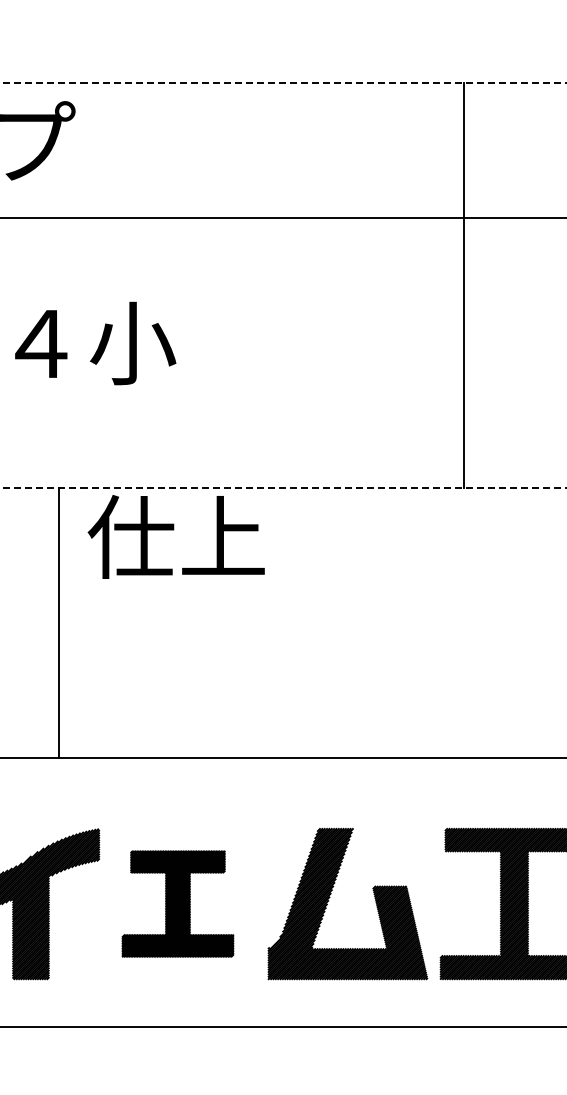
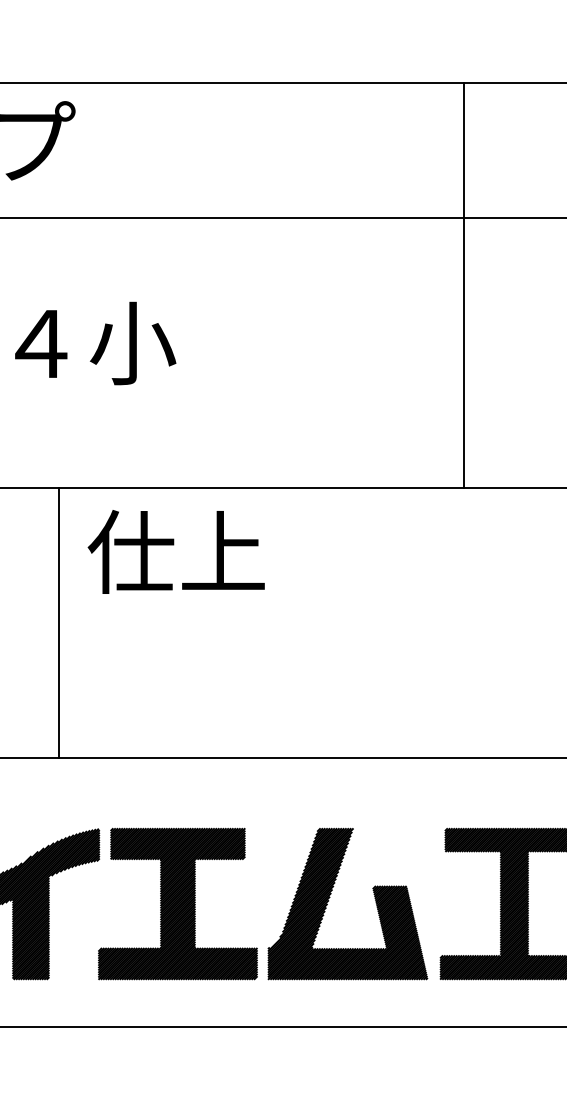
line at (283, 83): dashed -> solid
line at (283, 487): dashed -> solid
text at (175, 536) position: (175, 536) -> (175, 551)
part at (177, 903) size: 114x108 px -> 160x154 px
